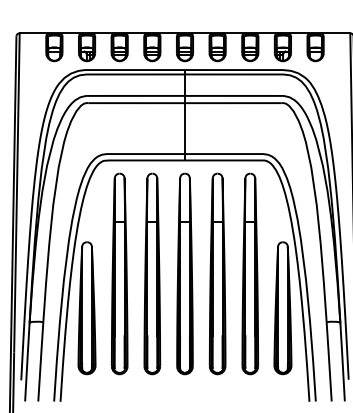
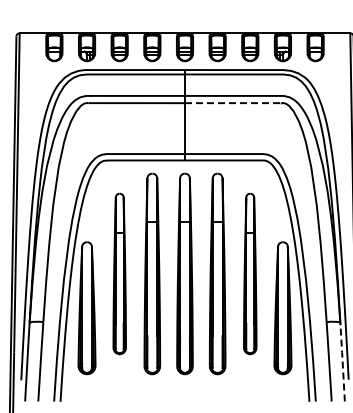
line at (233, 103): solid -> dashed
part at (119, 273) size: 18x204 px -> 15x164 px
part at (249, 273) size: 18x204 px -> 15x164 px
line at (342, 361): solid -> dashed
